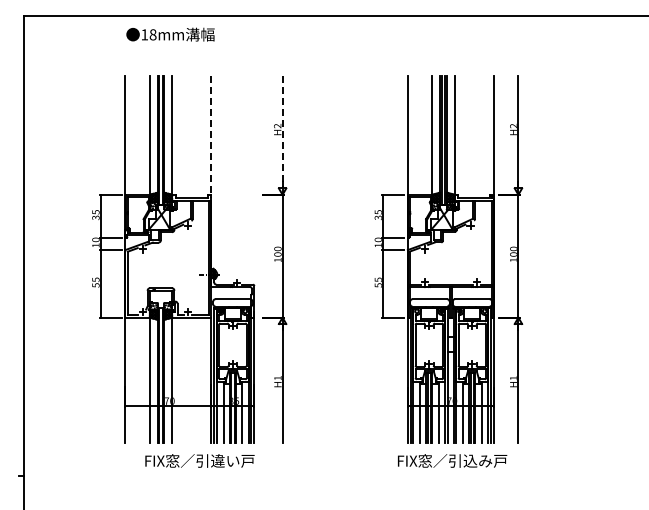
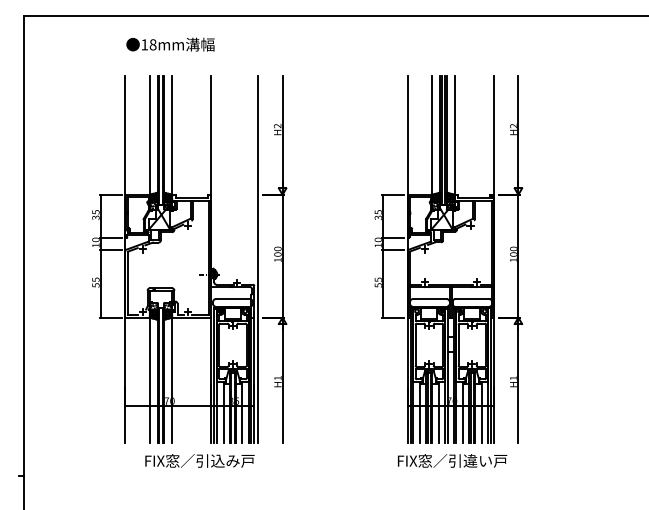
text at (170, 34) position: (170, 34) -> (170, 44)
line at (282, 131): dashed -> solid
line at (211, 137): dashed -> solid
line at (258, 259): none -> present
text at (225, 460): FIX窓／引違い戸 -> FIX窓／引込み戸
text at (478, 460): FIX窓／引込み戸 -> FIX窓／引違い戸
